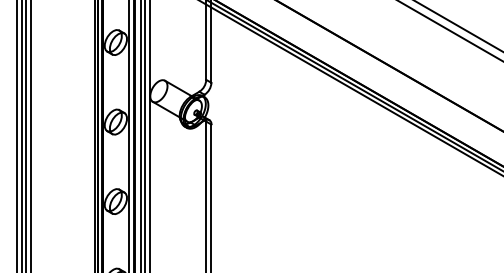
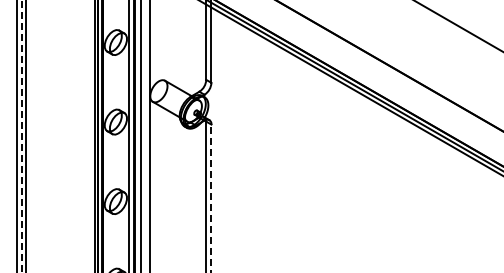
line at (450, 31): present -> none
line at (31, 135): present -> none
line at (144, 135): present -> none
line at (21, 136): solid -> dashed
line at (211, 198): solid -> dashed
